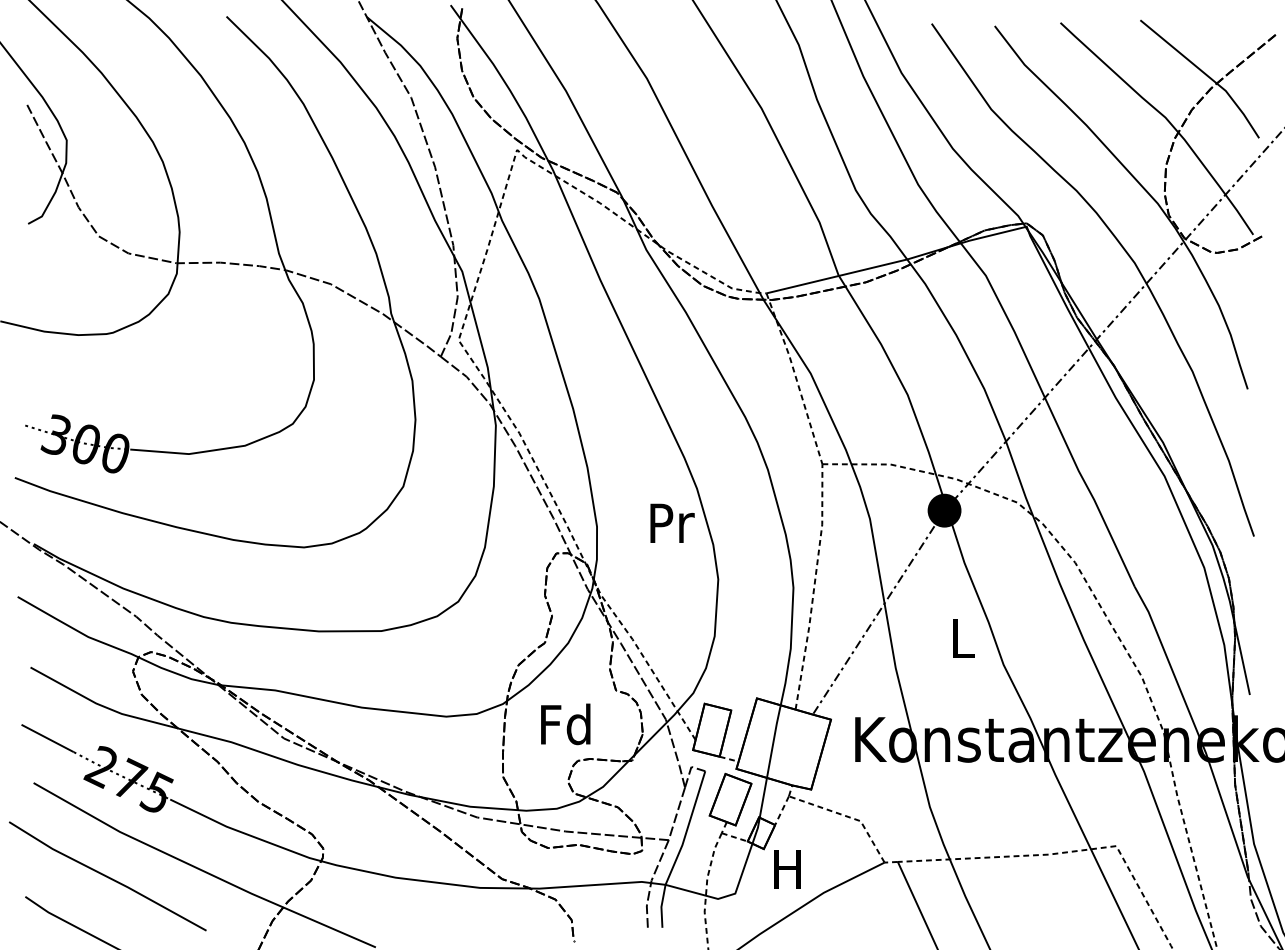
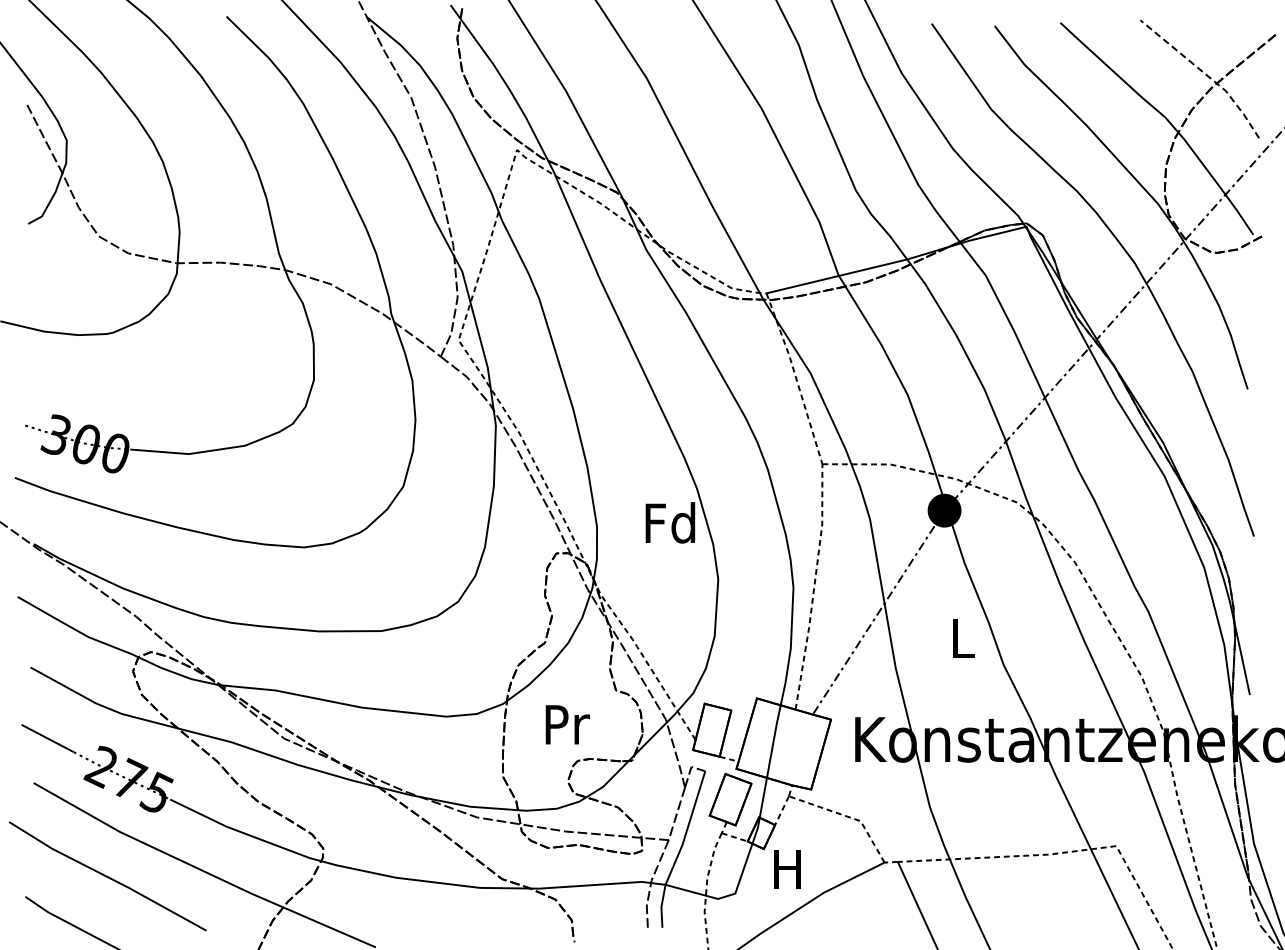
line at (1206, 75): solid -> dashed
text at (670, 522): Pr -> Fd
text at (565, 724): Fd -> Pr
